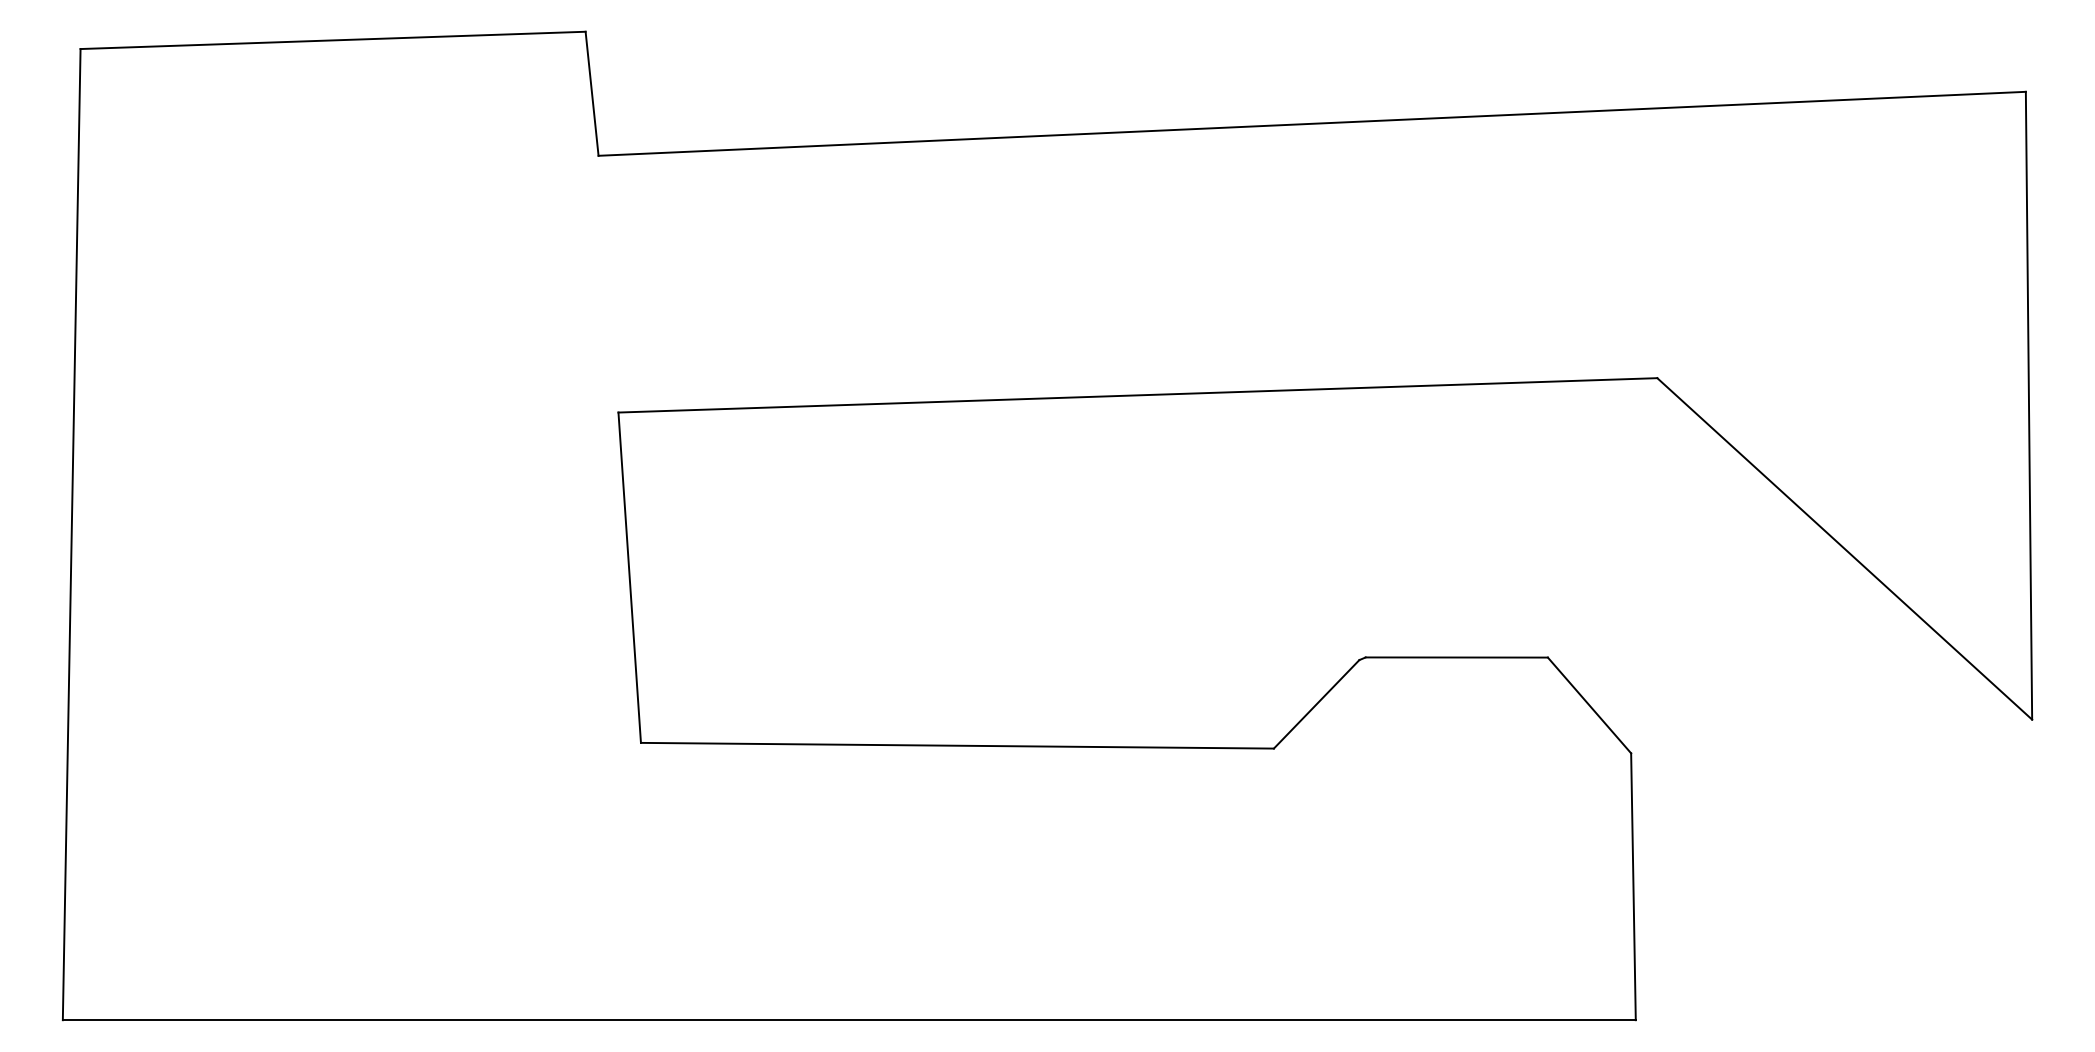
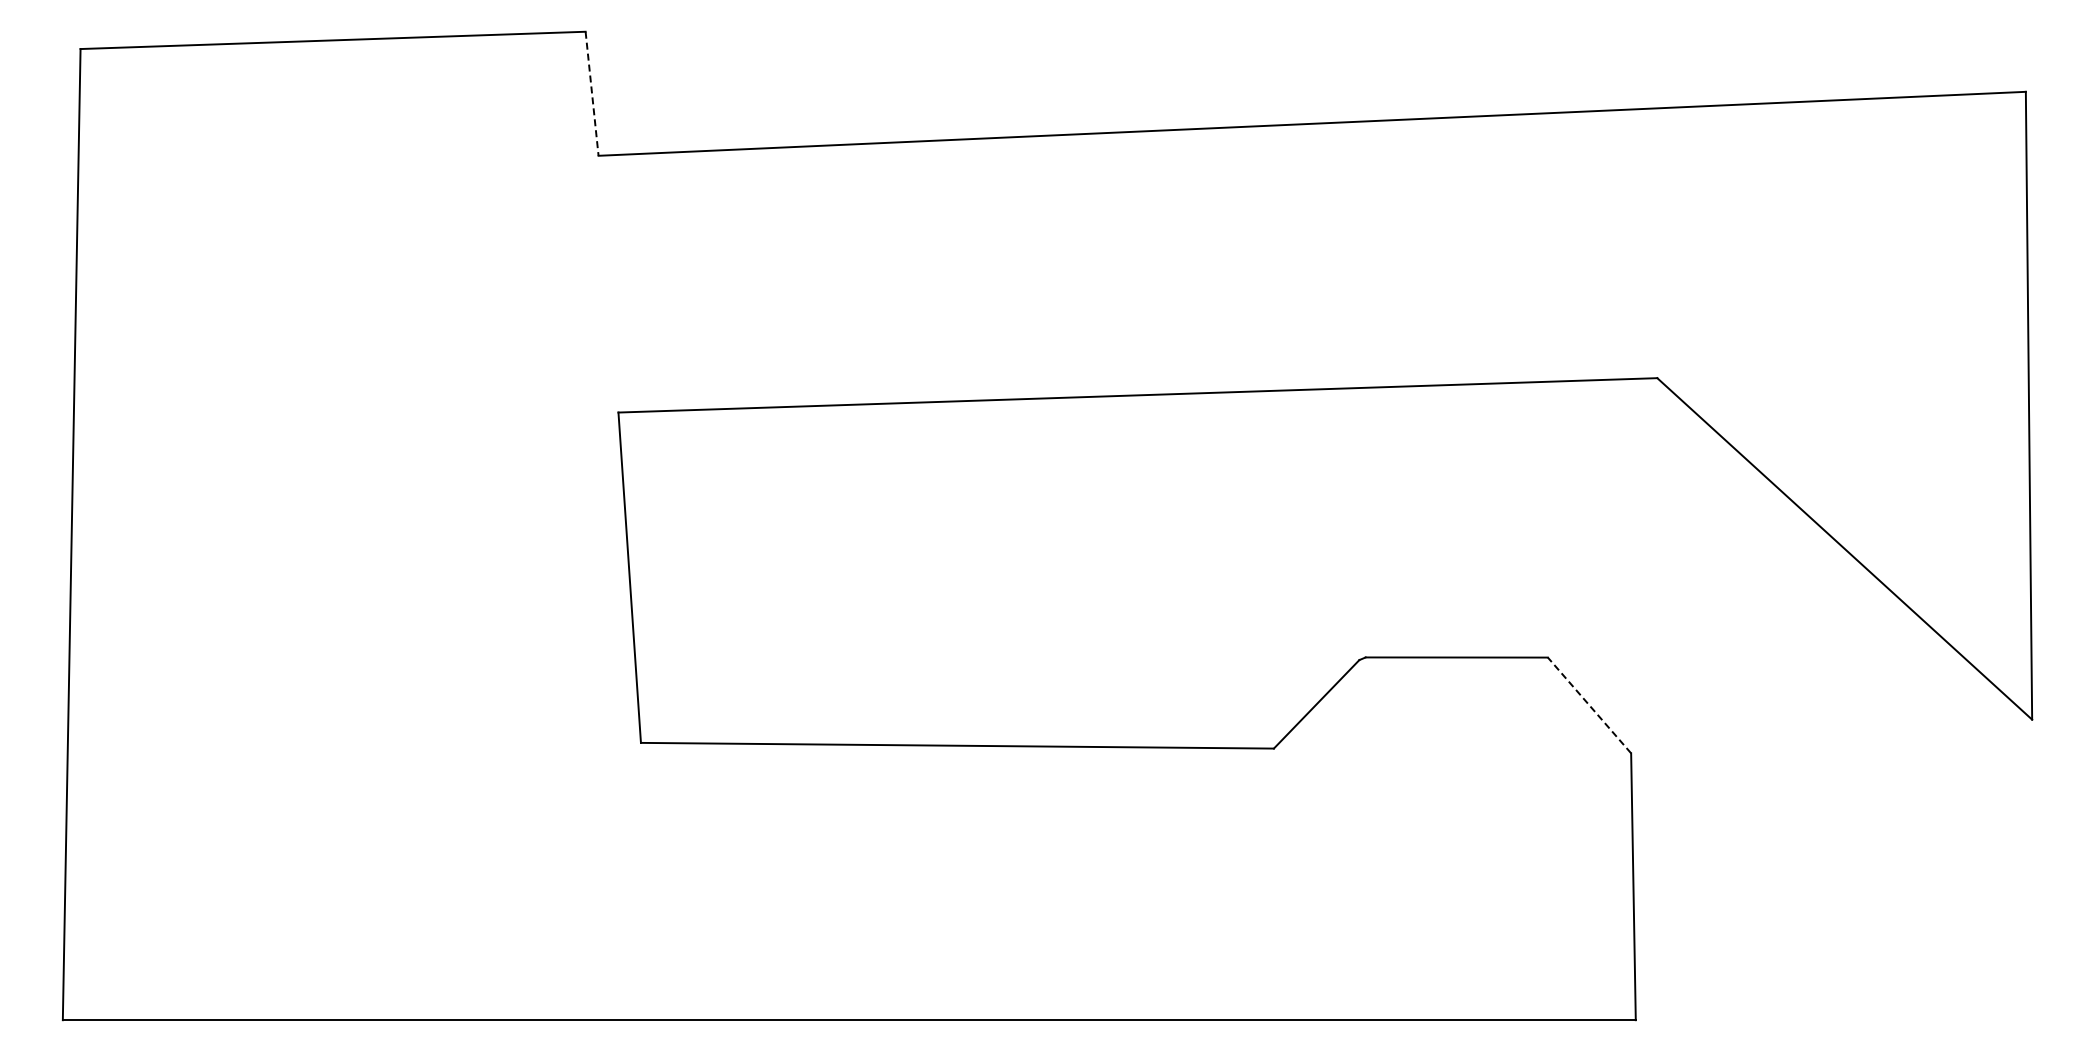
line at (592, 94): solid -> dashed
line at (1589, 705): solid -> dashed
